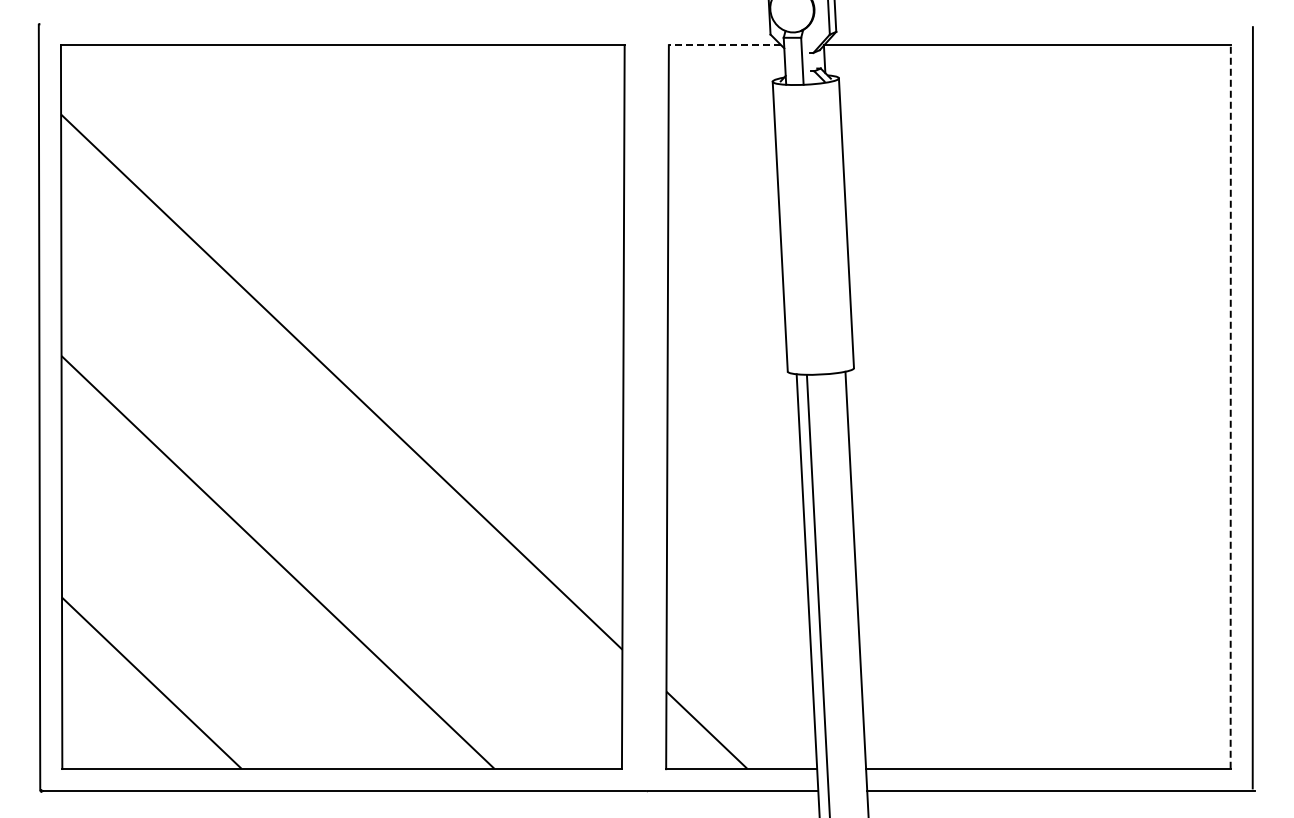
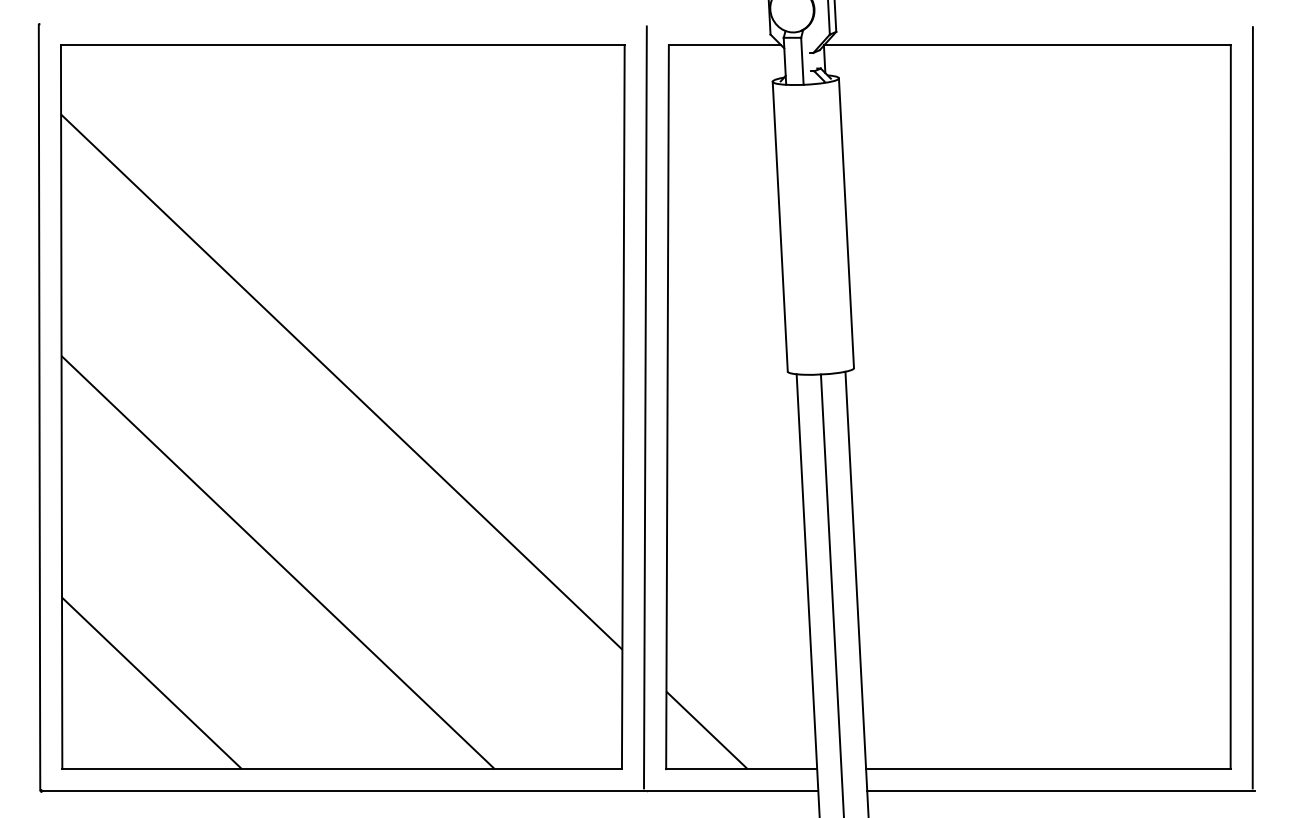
line at (724, 45): dashed -> solid
line at (645, 407): none -> present
line at (1230, 407): dashed -> solid
line at (817, 594) position: (817, 594) -> (831, 594)
